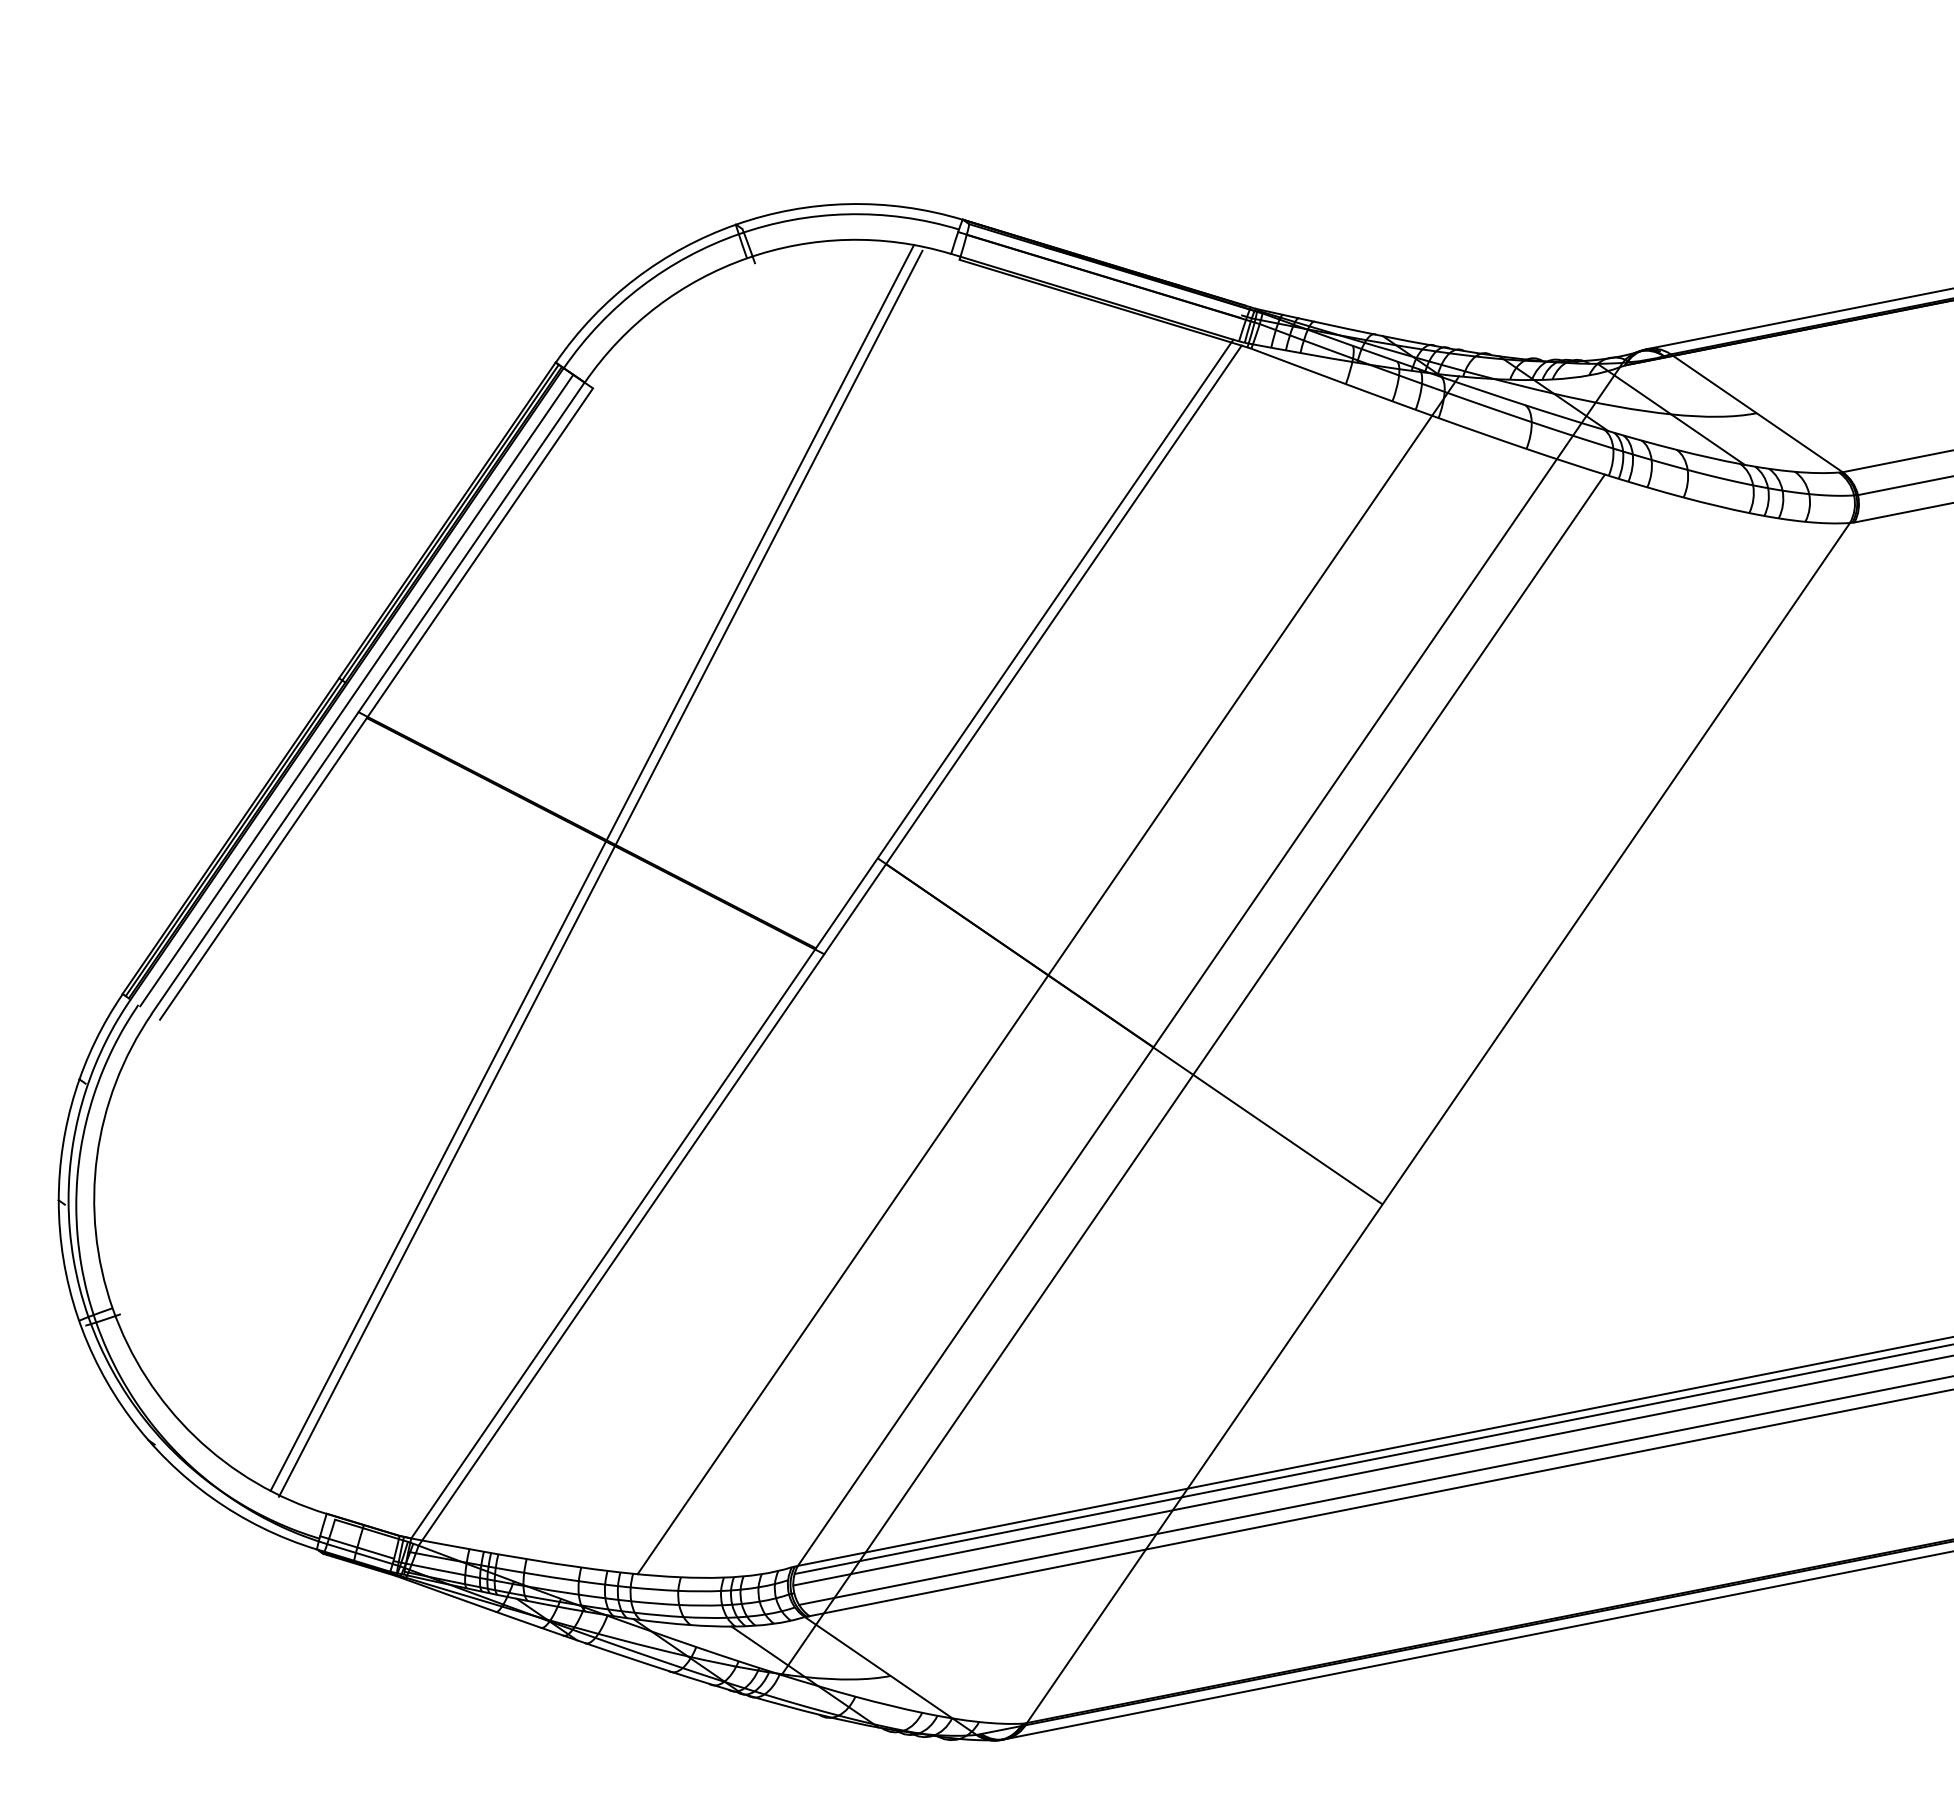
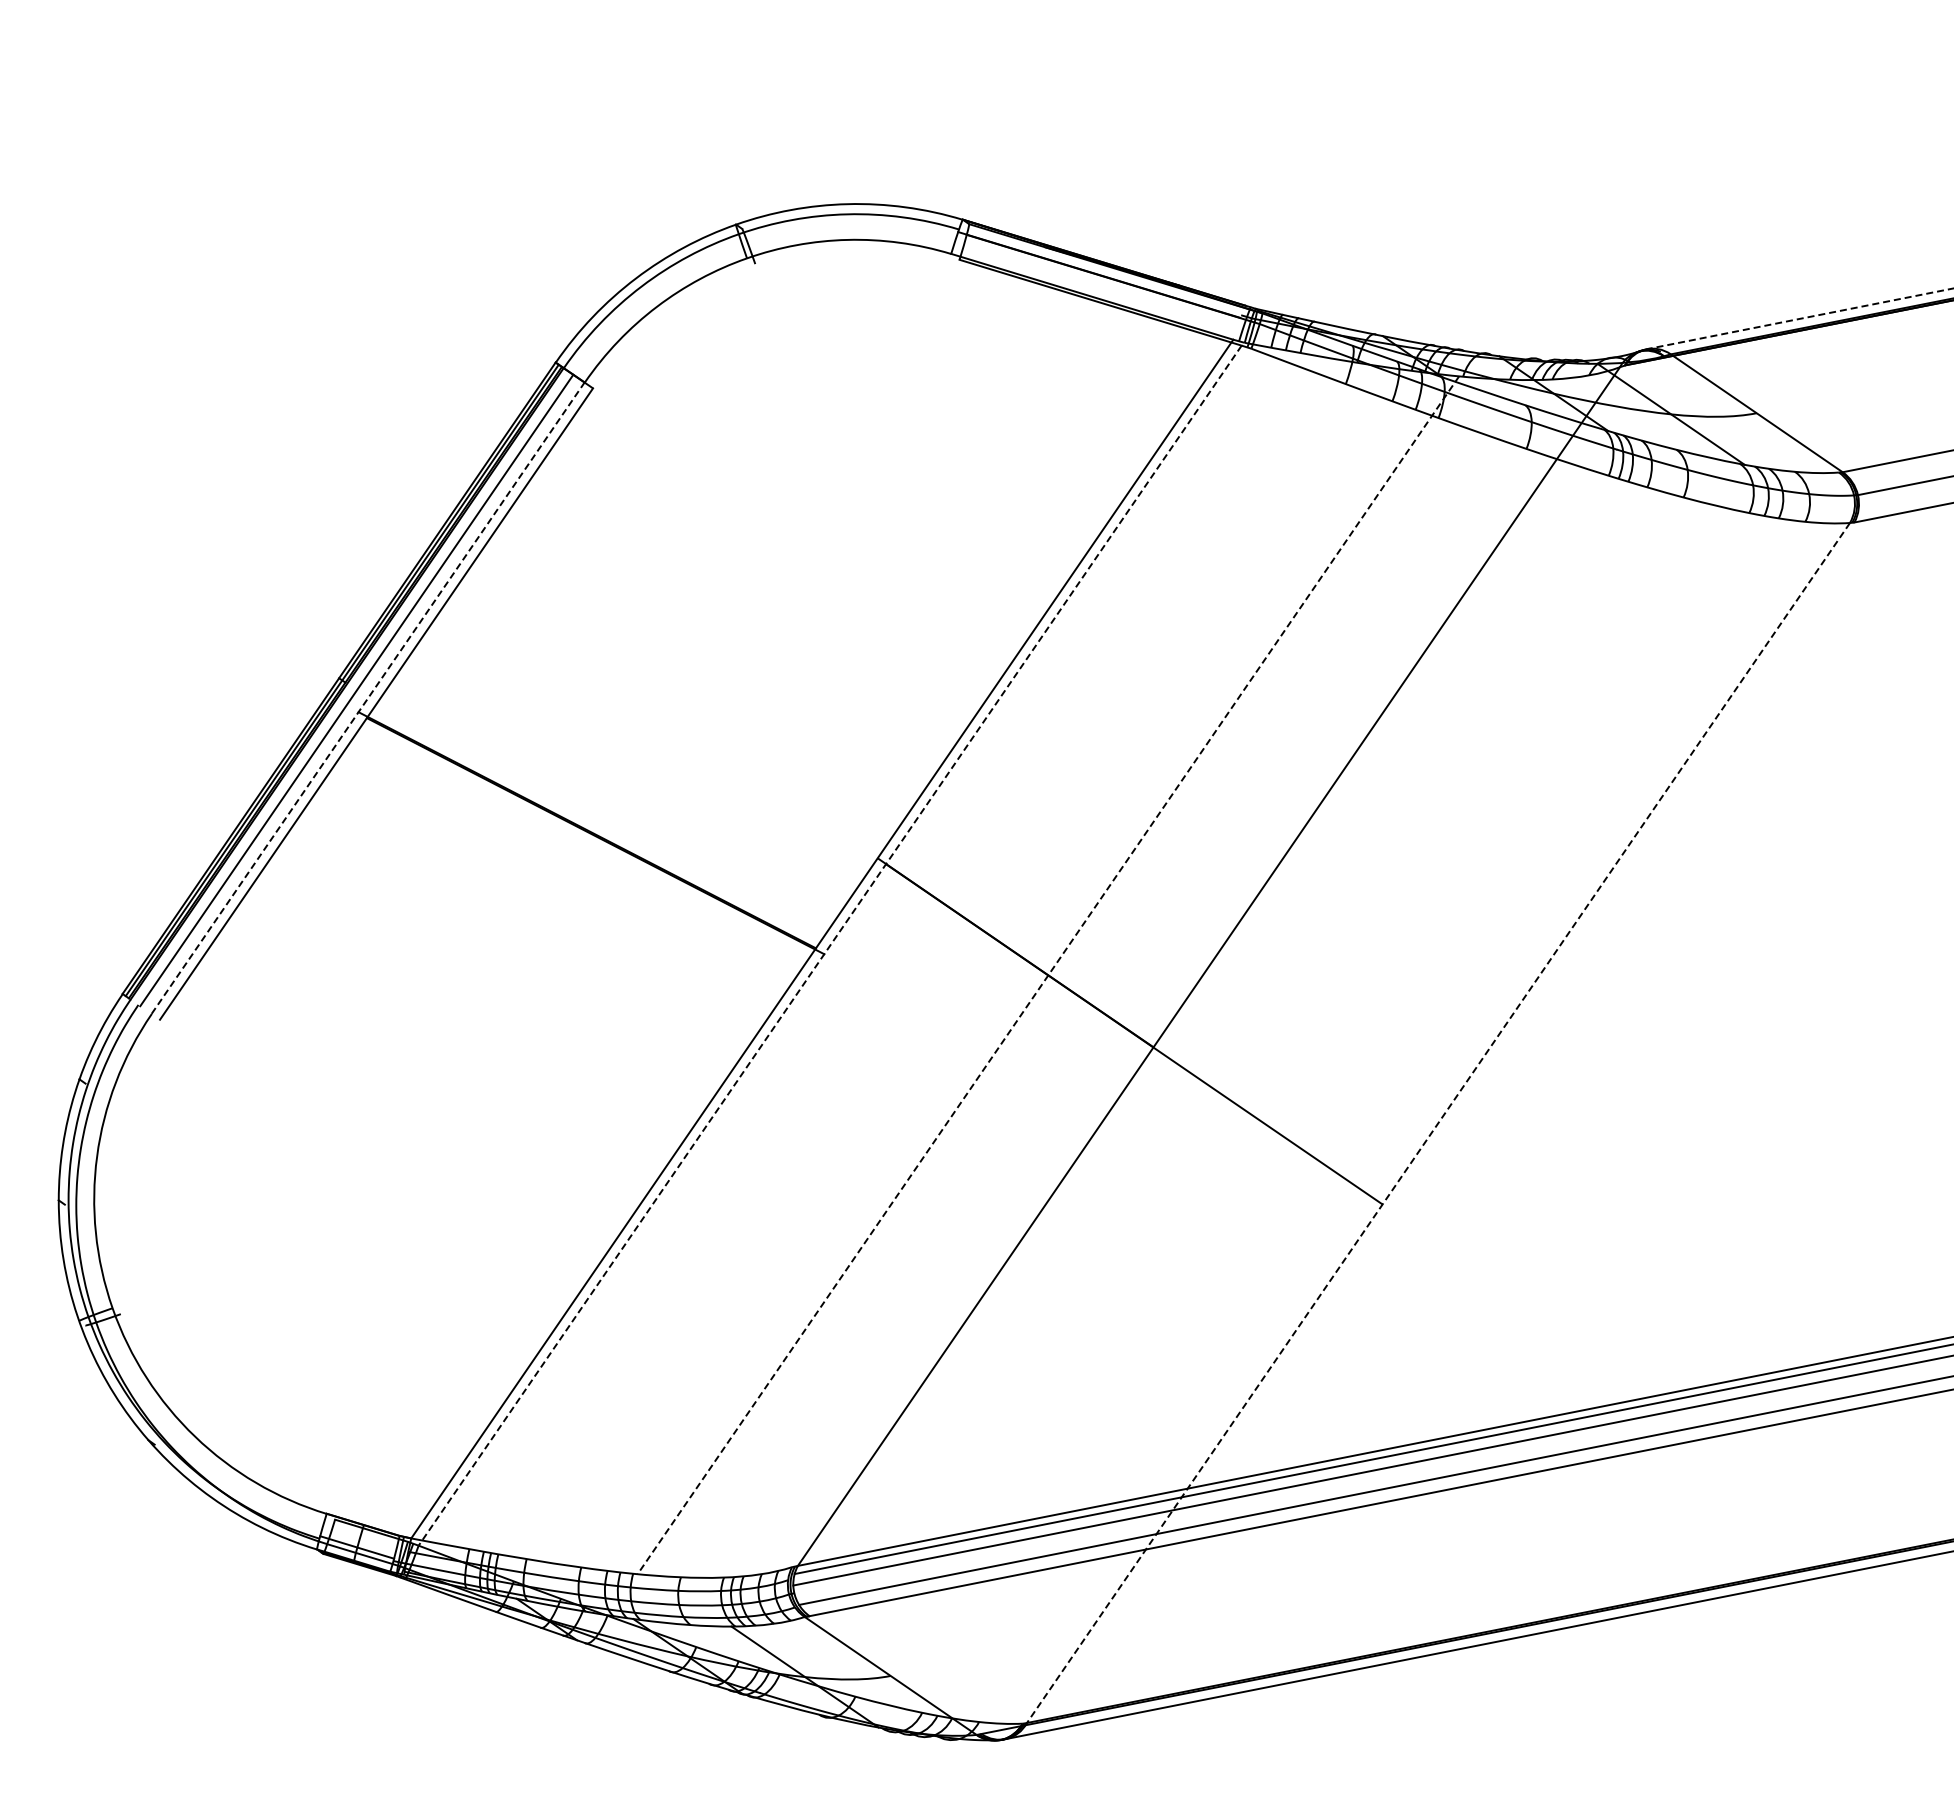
line at (1800, 318): solid -> dashed
line at (368, 698): solid -> dashed
line at (592, 867): present -> none
line at (600, 873): present -> none
line at (830, 945): solid -> dashed
line at (1048, 975): solid -> dashed
line at (1192, 1074): present -> none
line at (1438, 1123): solid -> dashed
